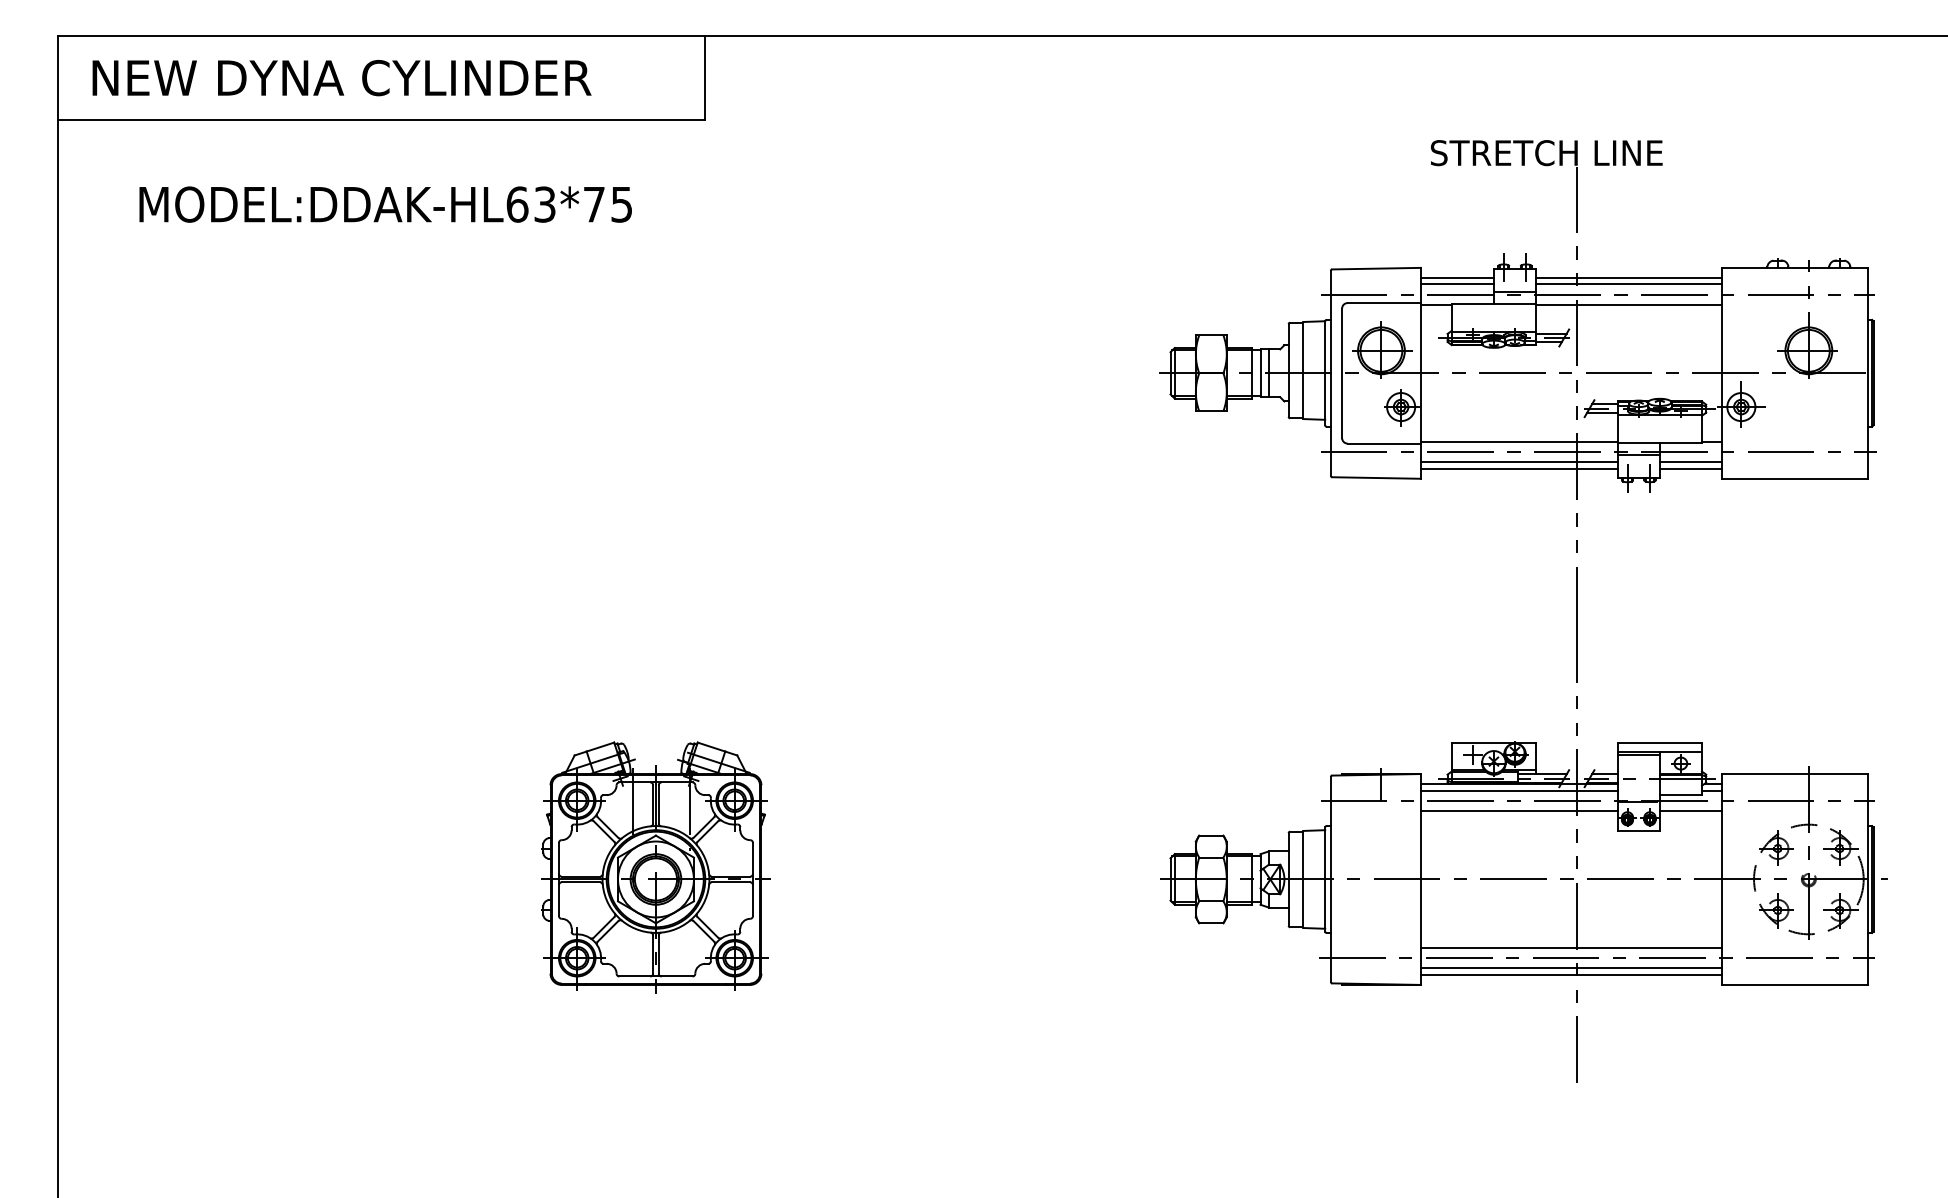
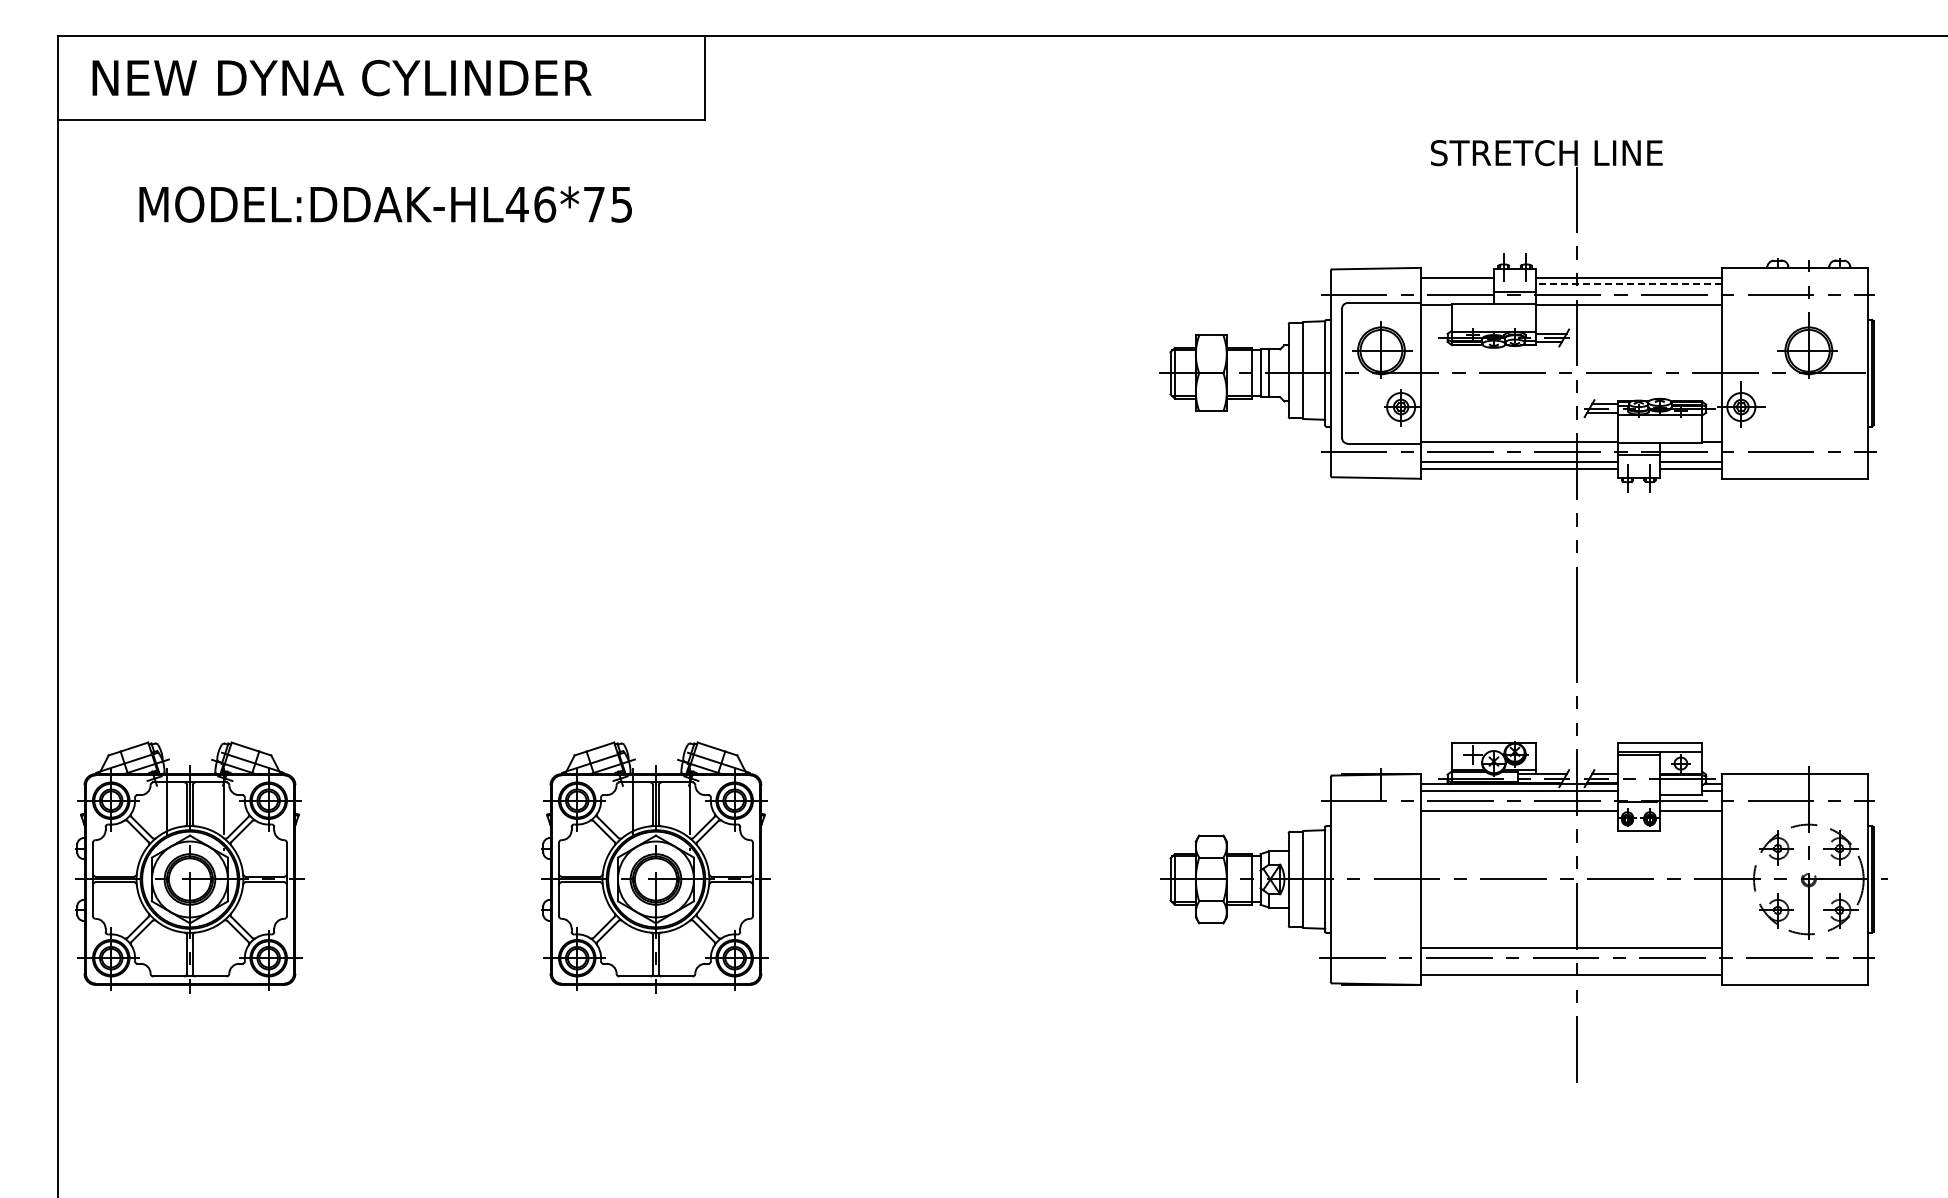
text at (530, 204): MODEL:DDAK-HL63*75 -> MODEL:DDAK-HL46*75
line at (1456, 284): present -> none
line at (1628, 284): solid -> dashed
part at (189, 867): none -> present
line at (1570, 968): present -> none
